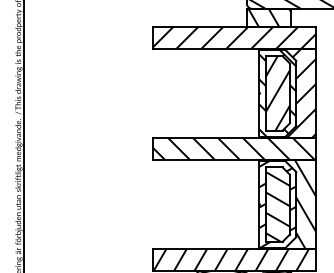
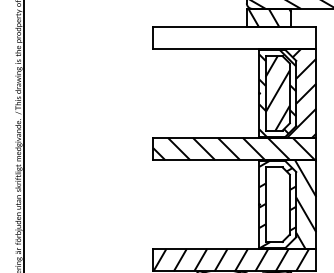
hatch at (234, 37): present -> none
hatch at (277, 206): present -> none
